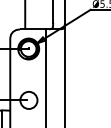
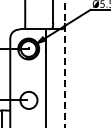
line at (65, 63): solid -> dashed
